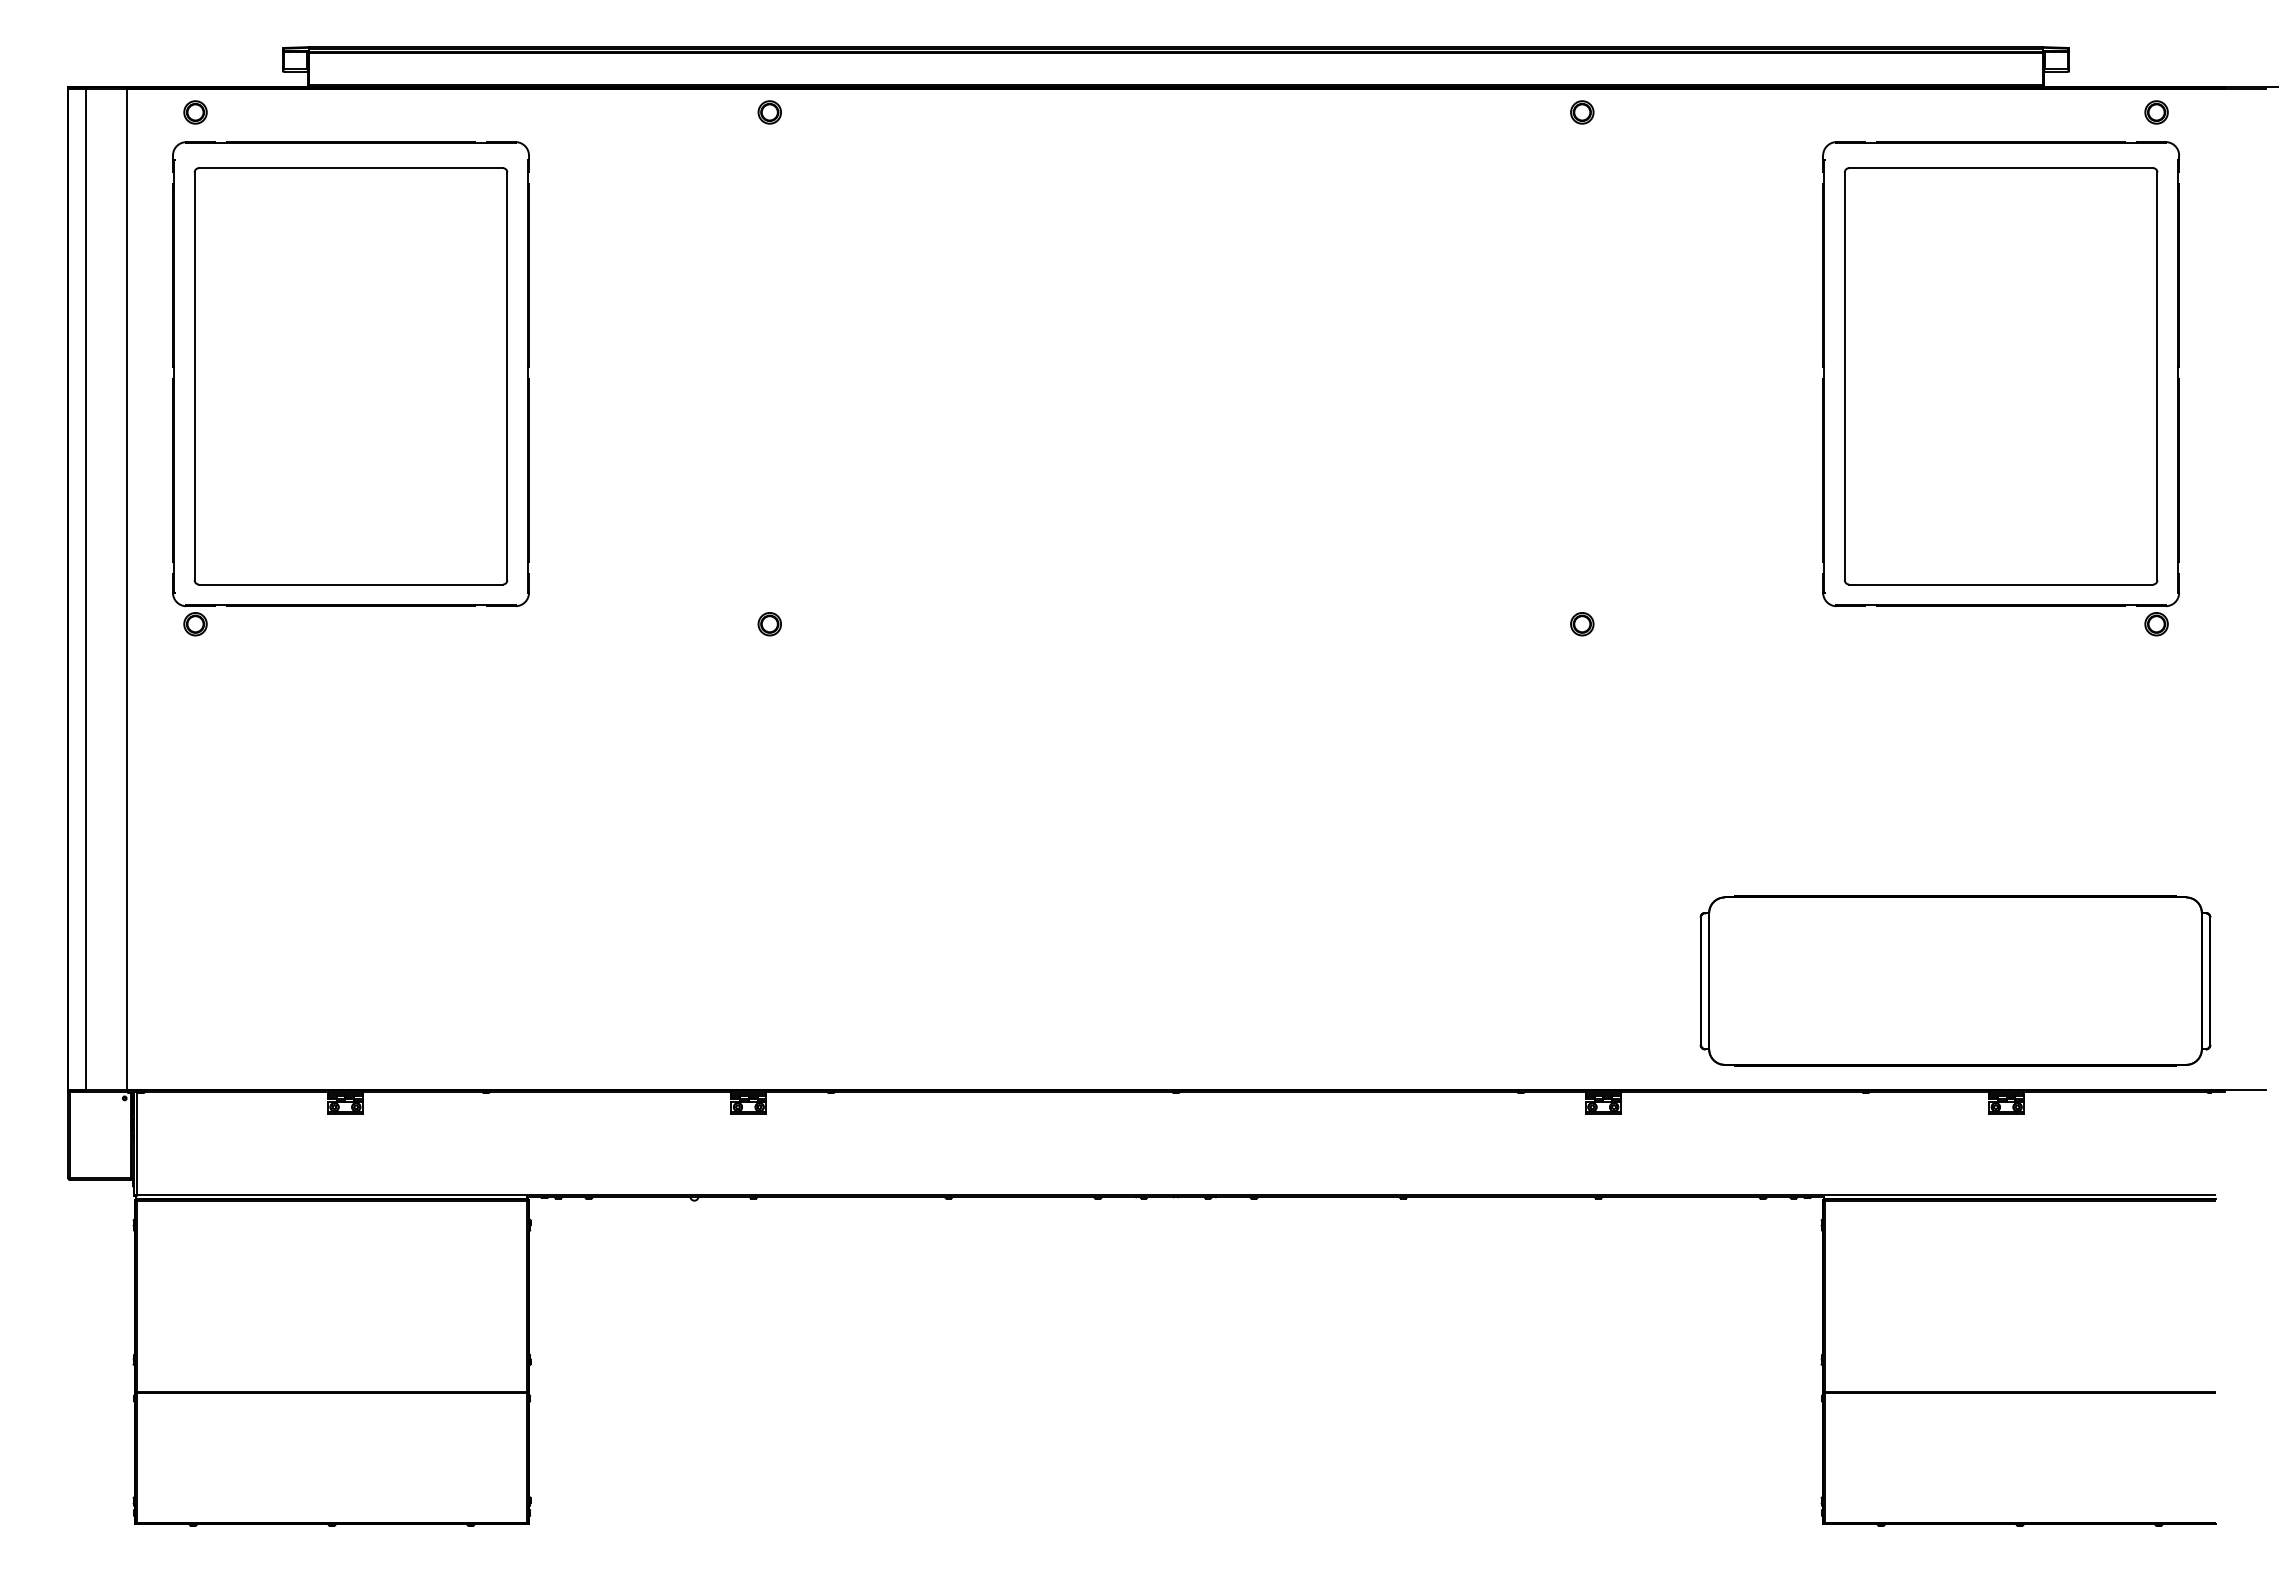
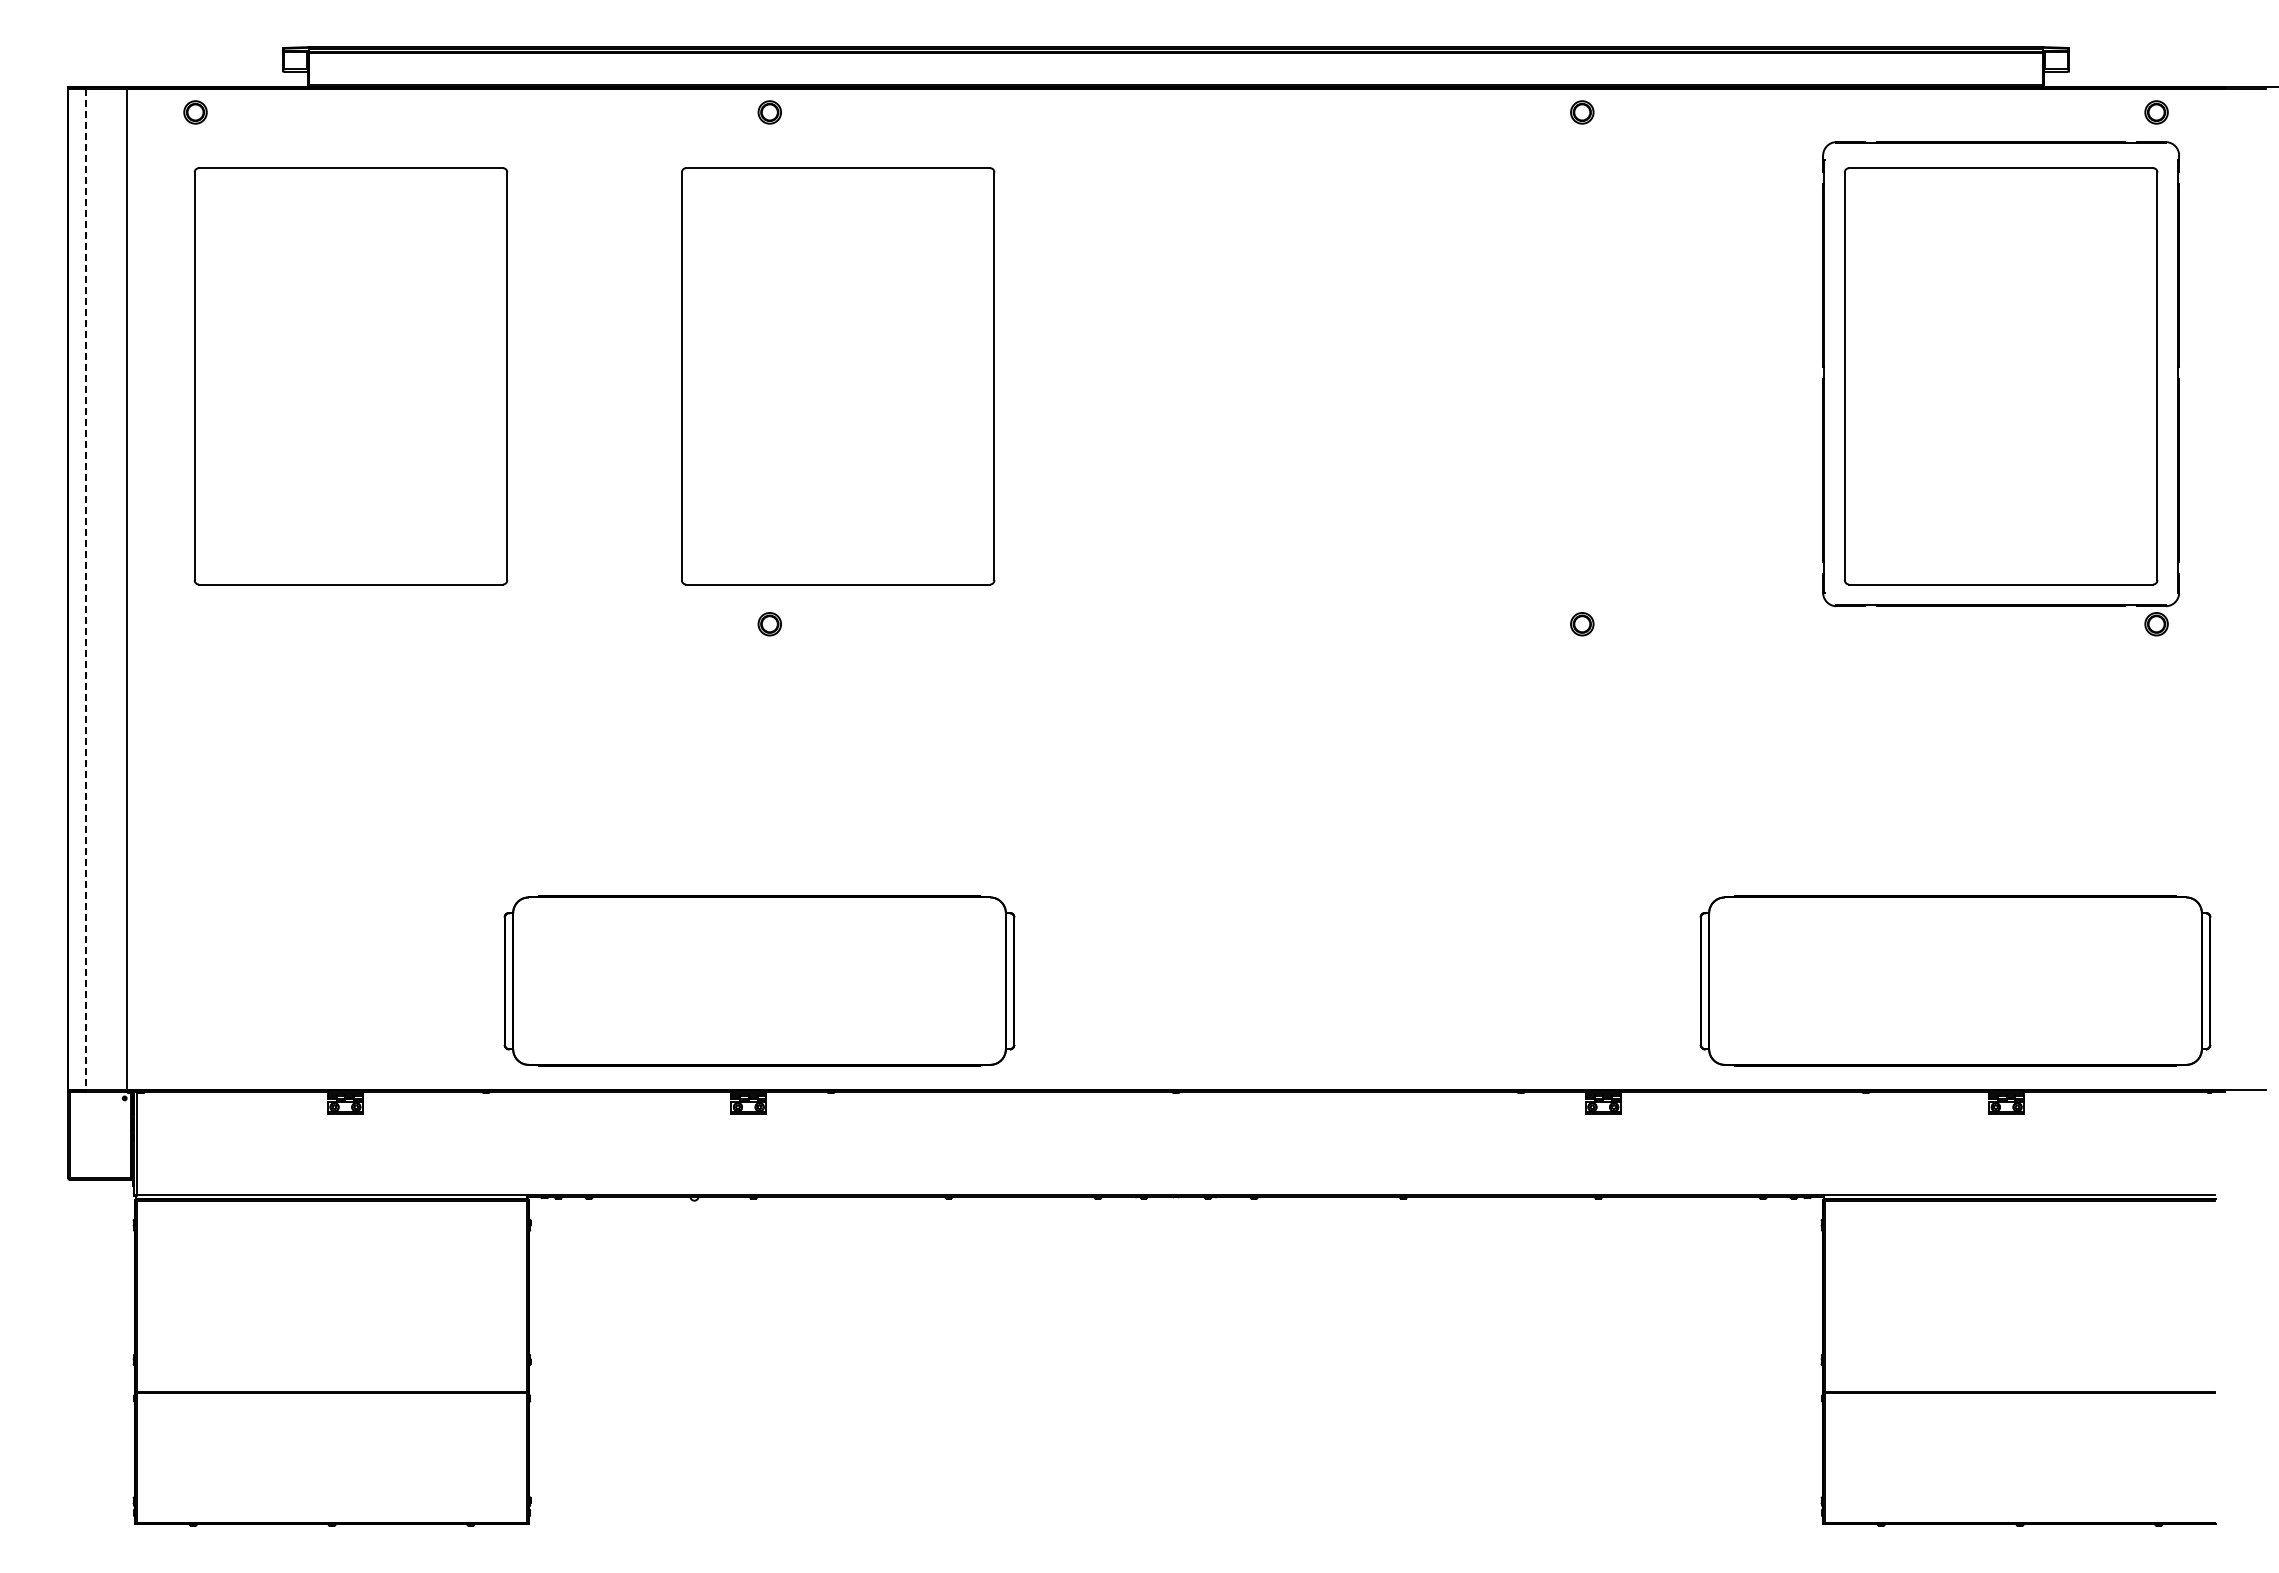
part at (838, 376): none -> present
part at (350, 388): present -> none
line at (86, 589): solid -> dashed
part at (759, 980): none -> present
